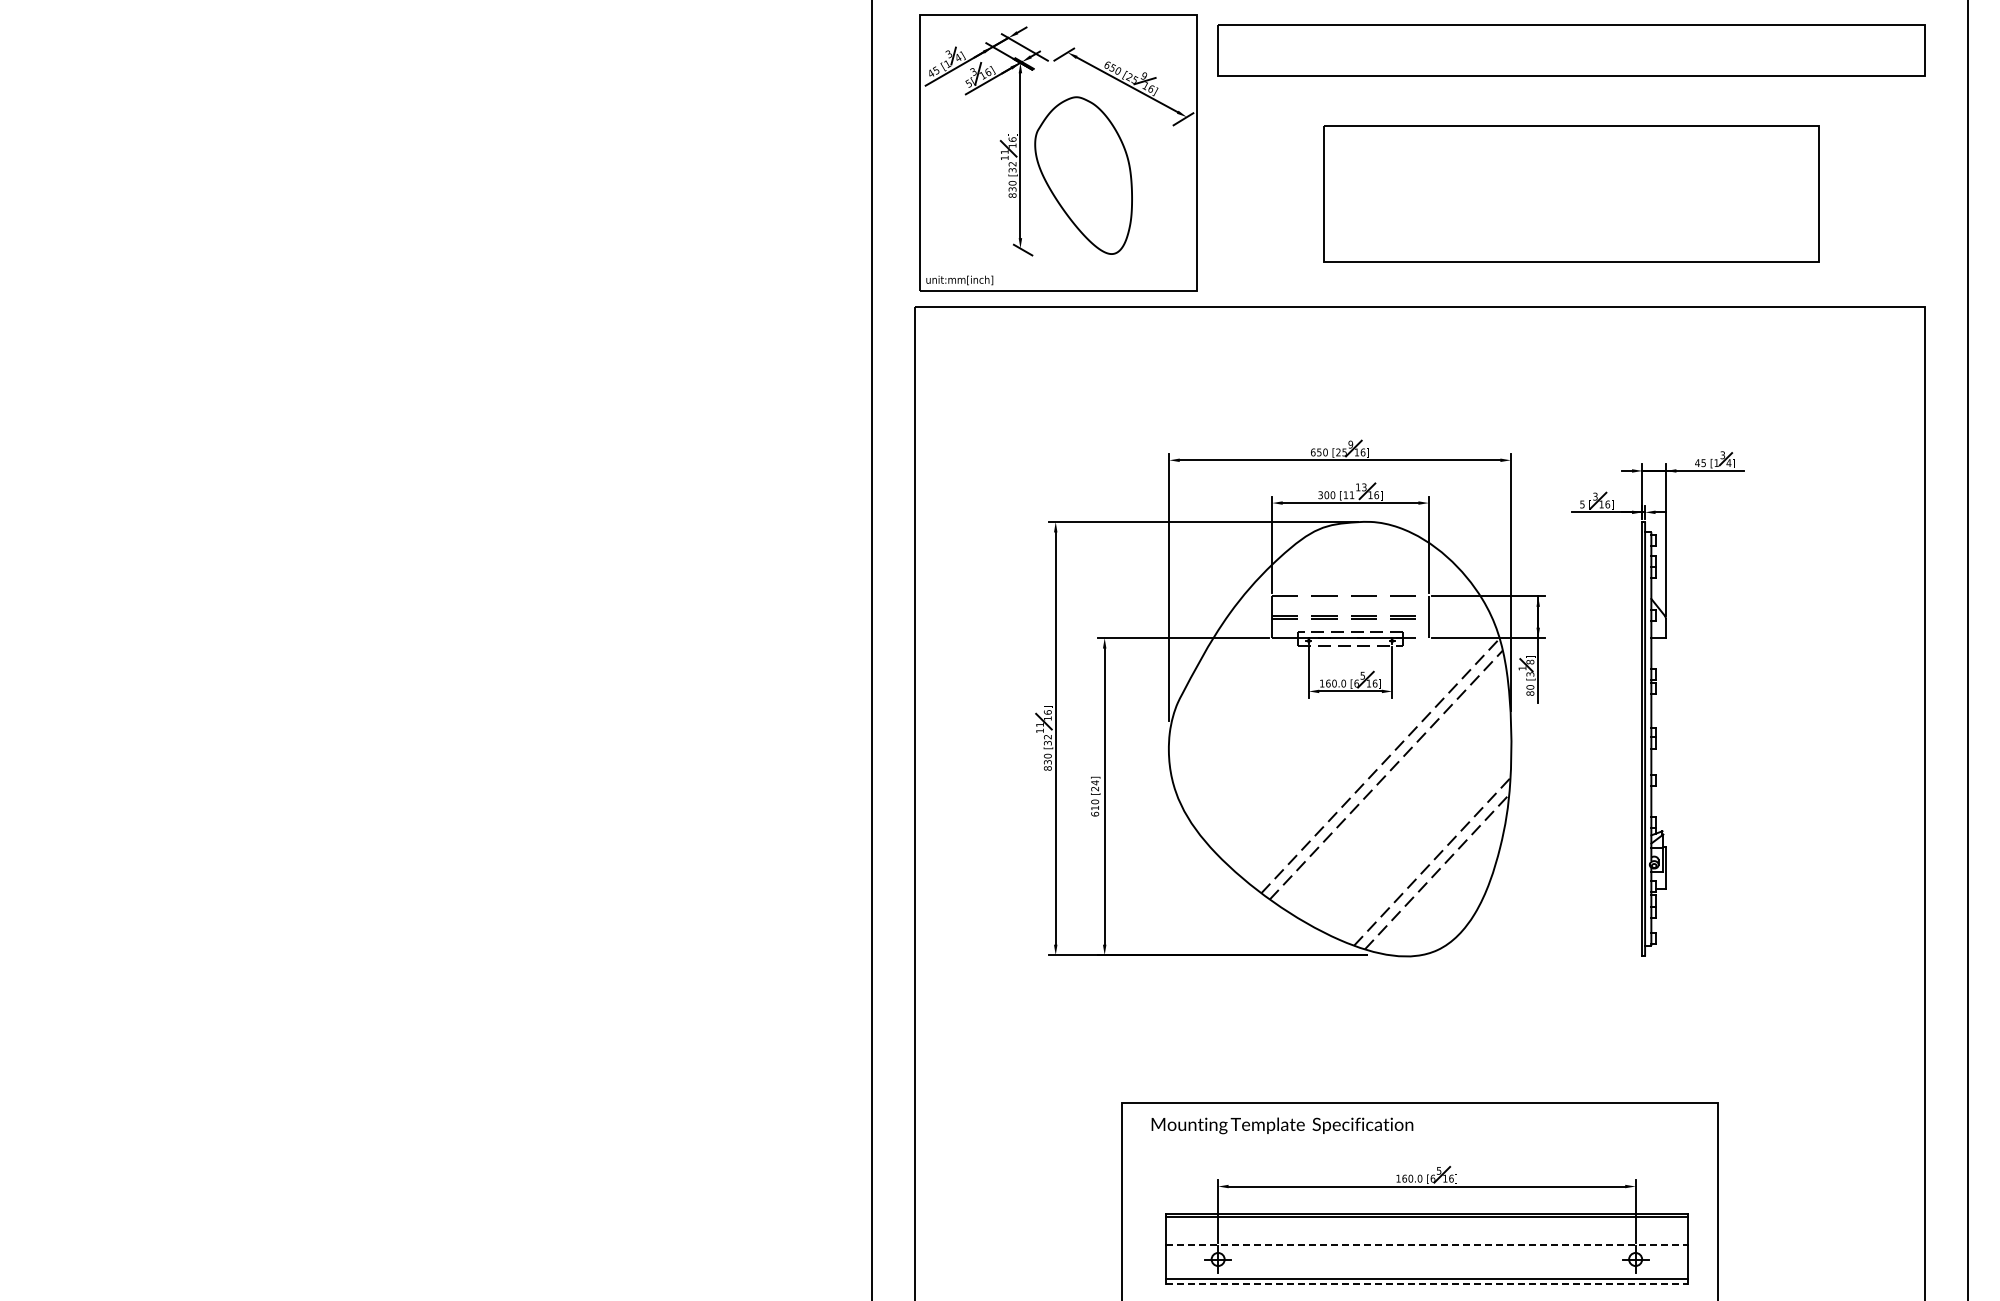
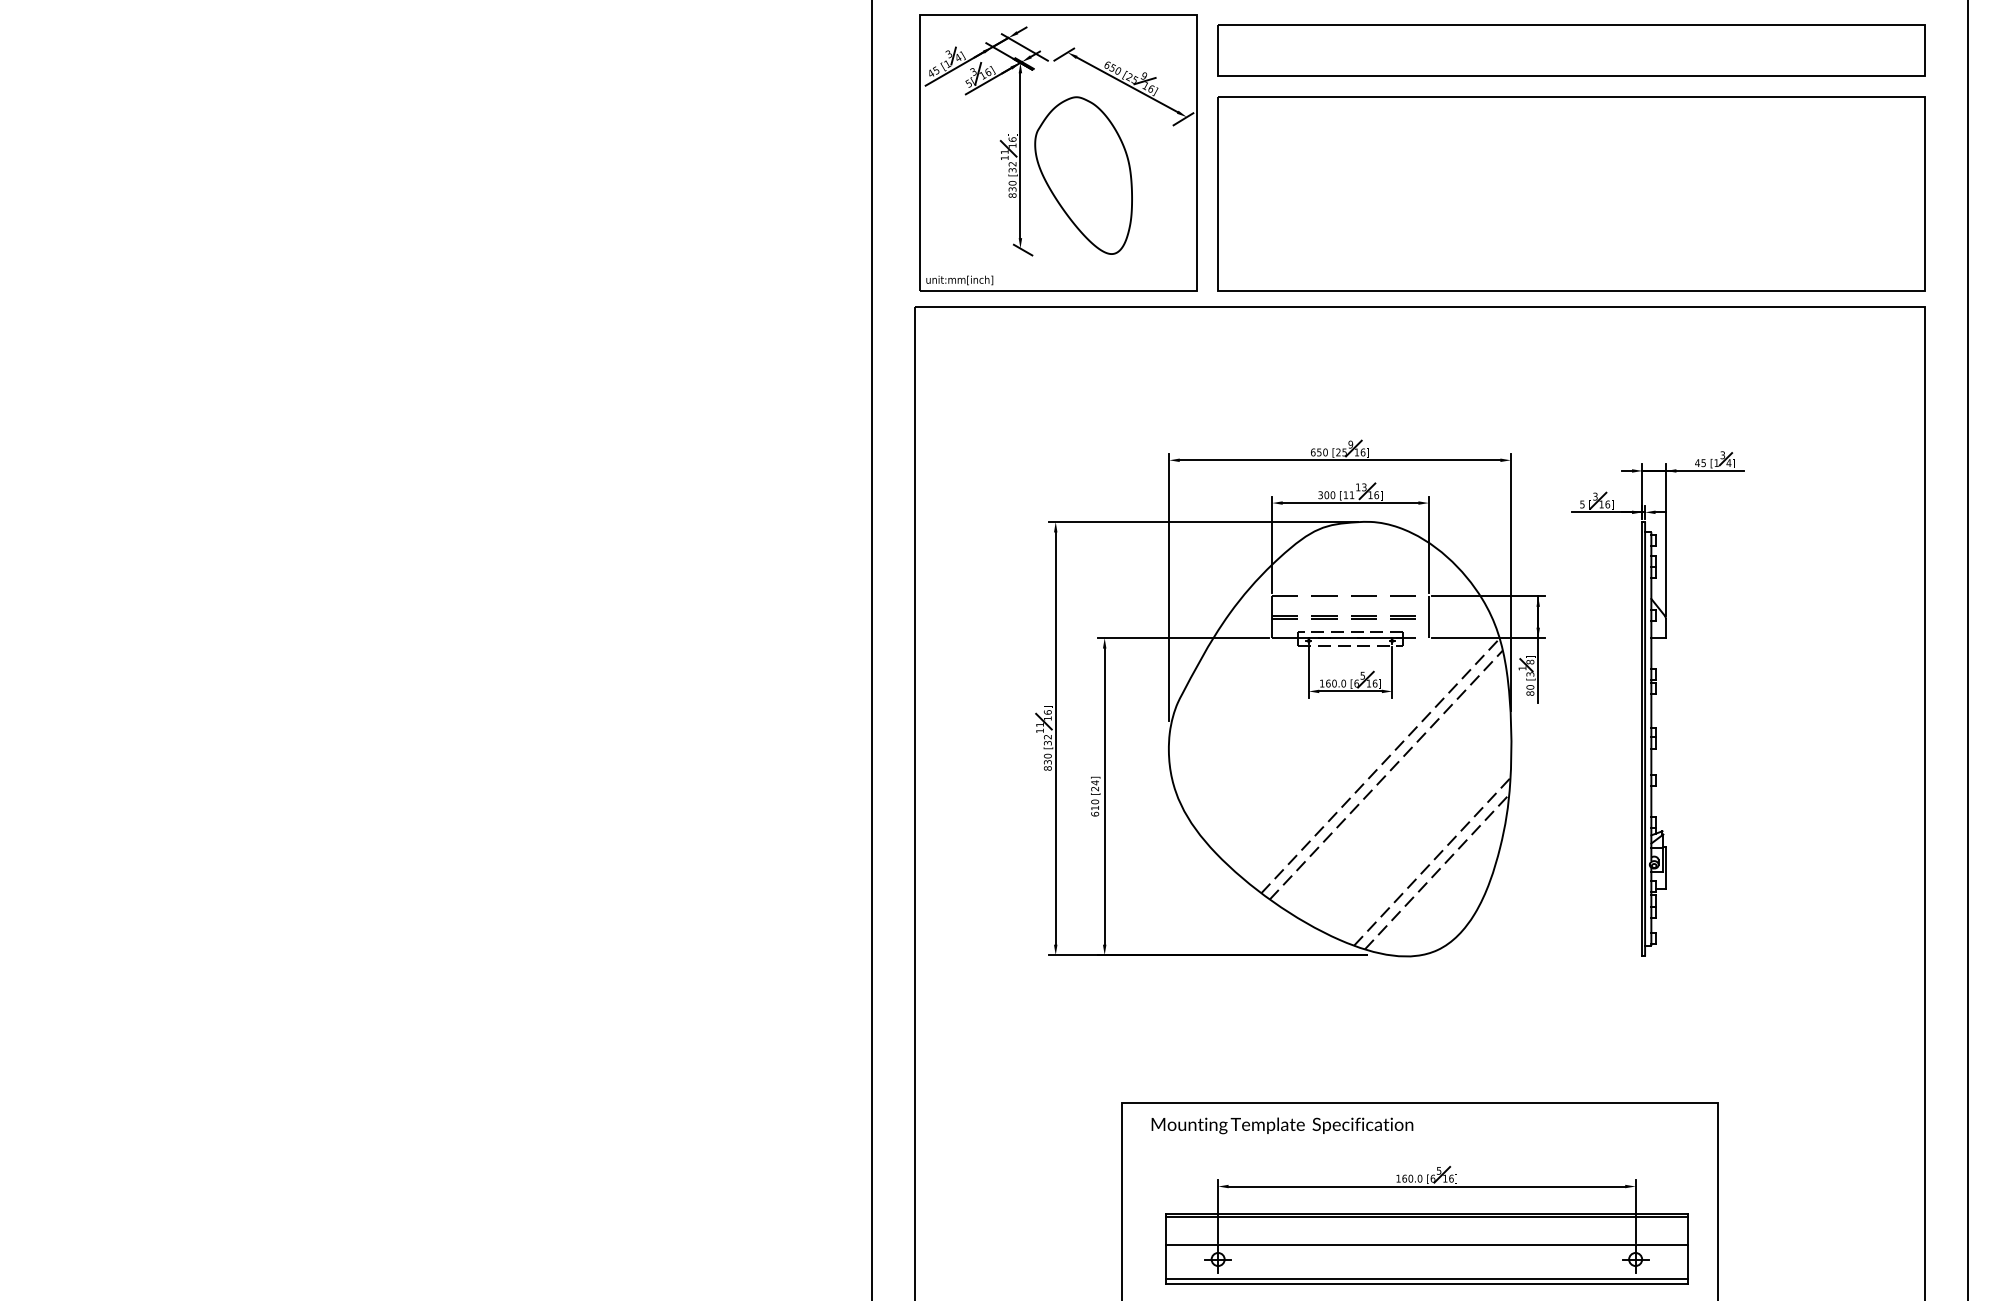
part at (1571, 193) size: 497x138 px -> 709x196 px
line at (1426, 1245): dashed -> solid
line at (1426, 1284): dashed -> solid
